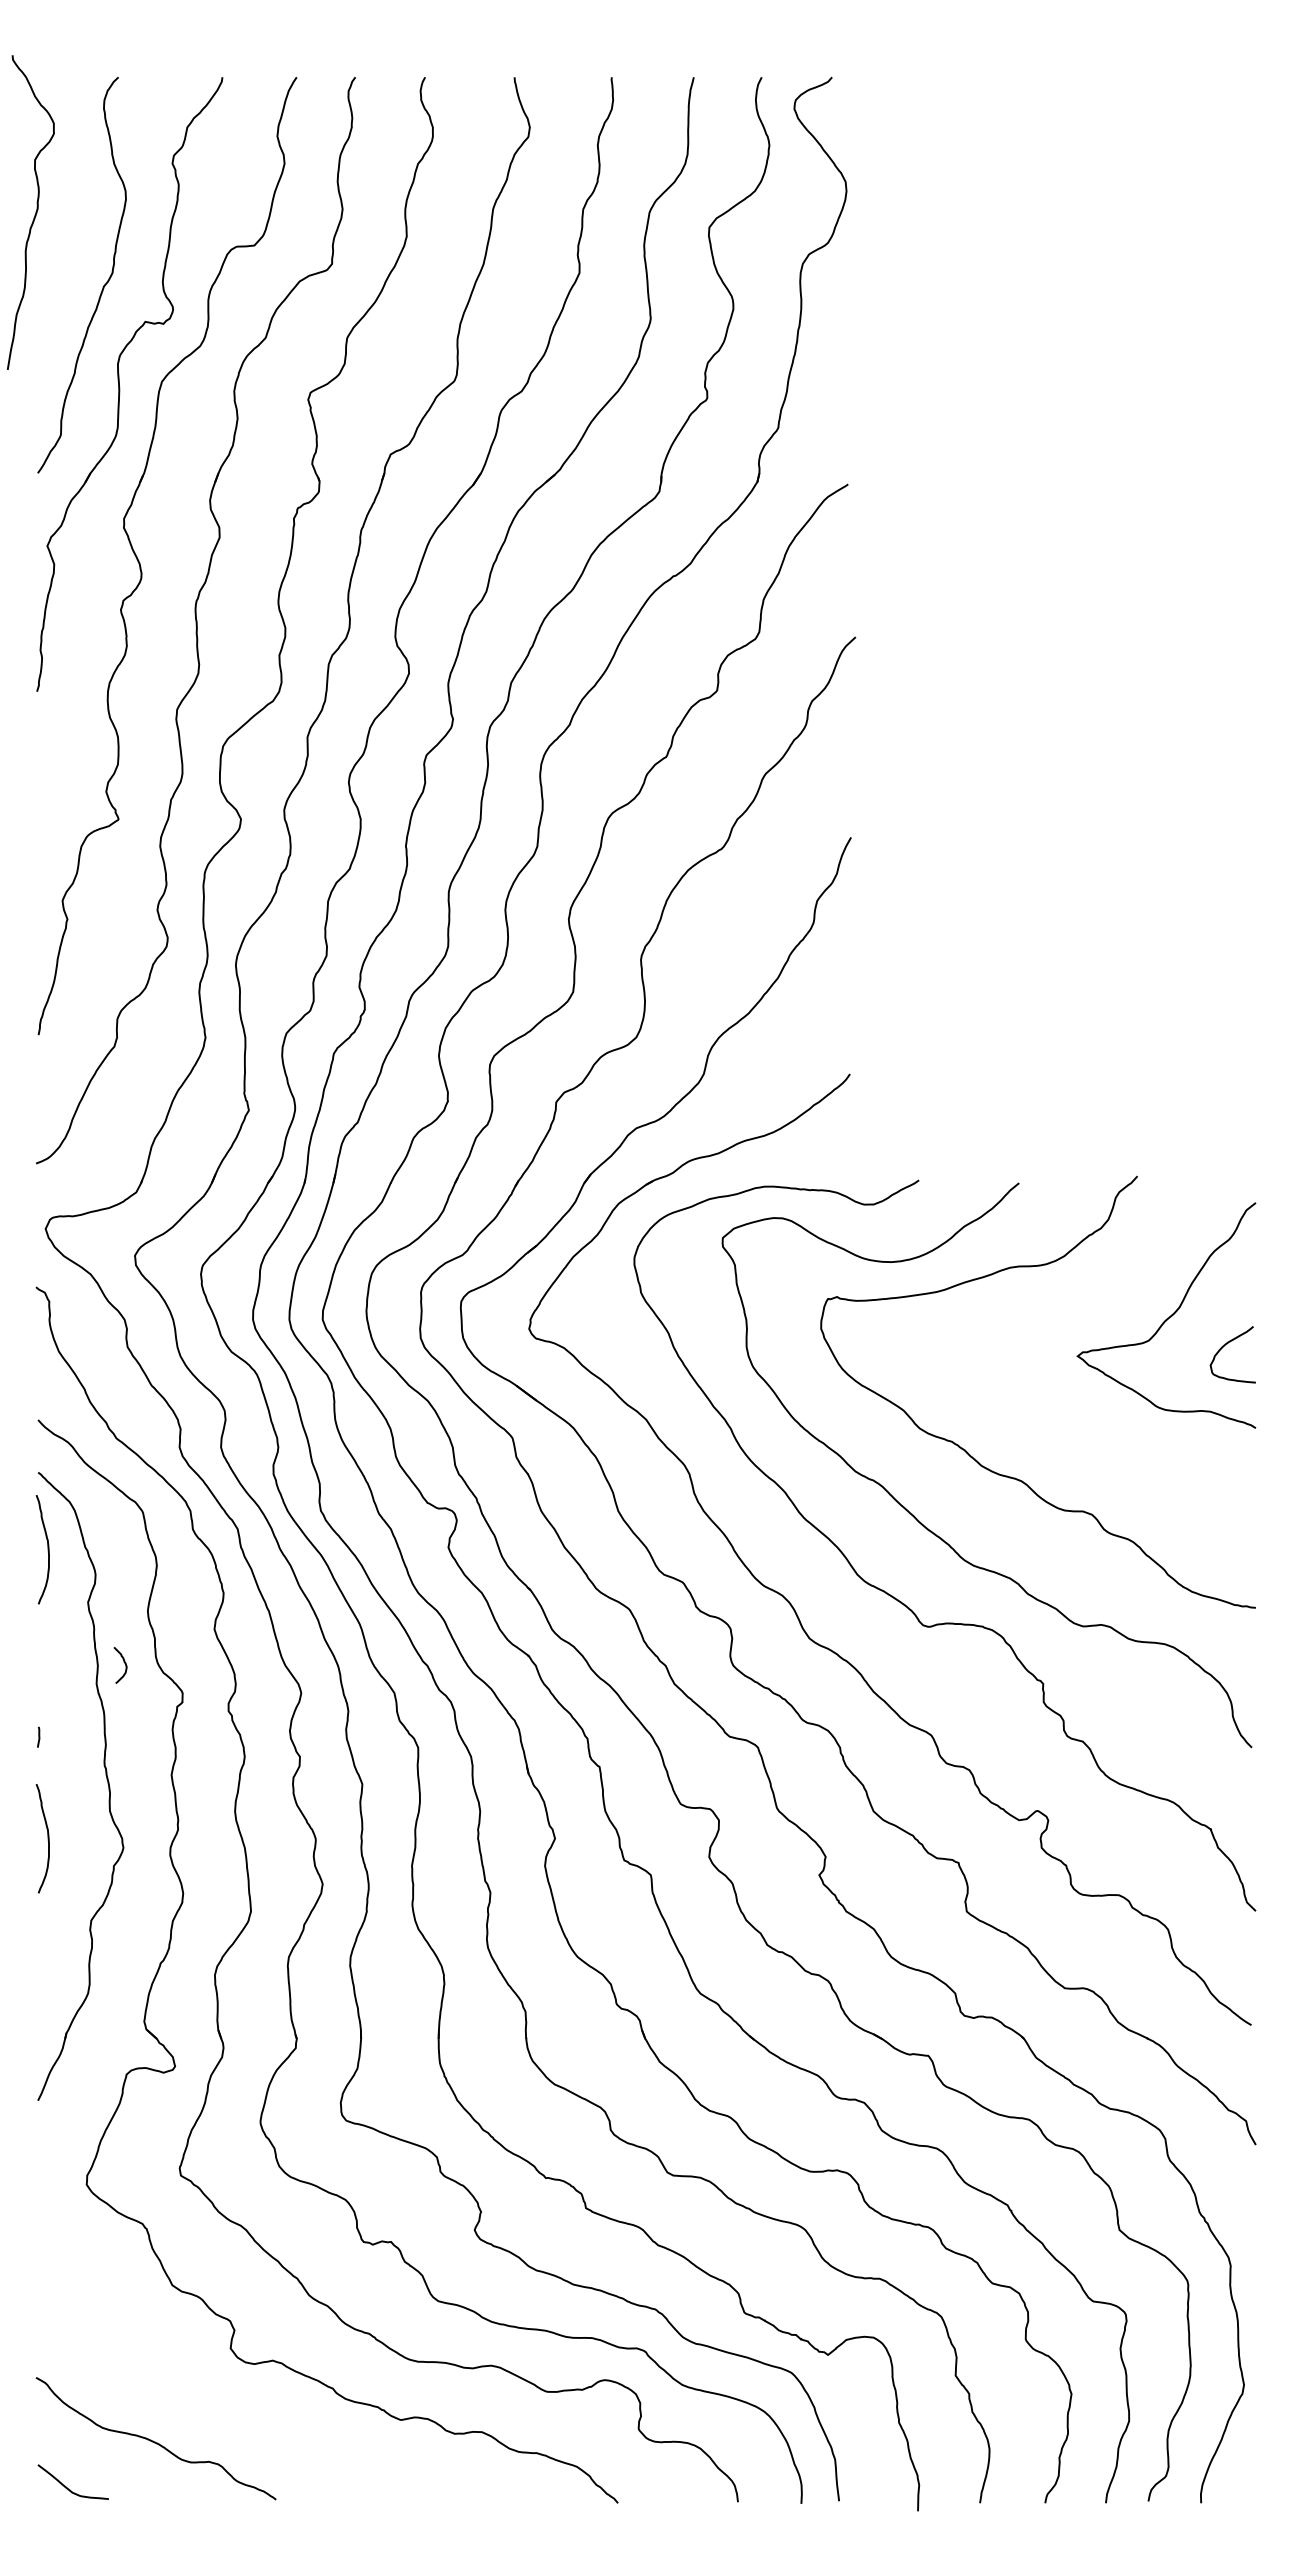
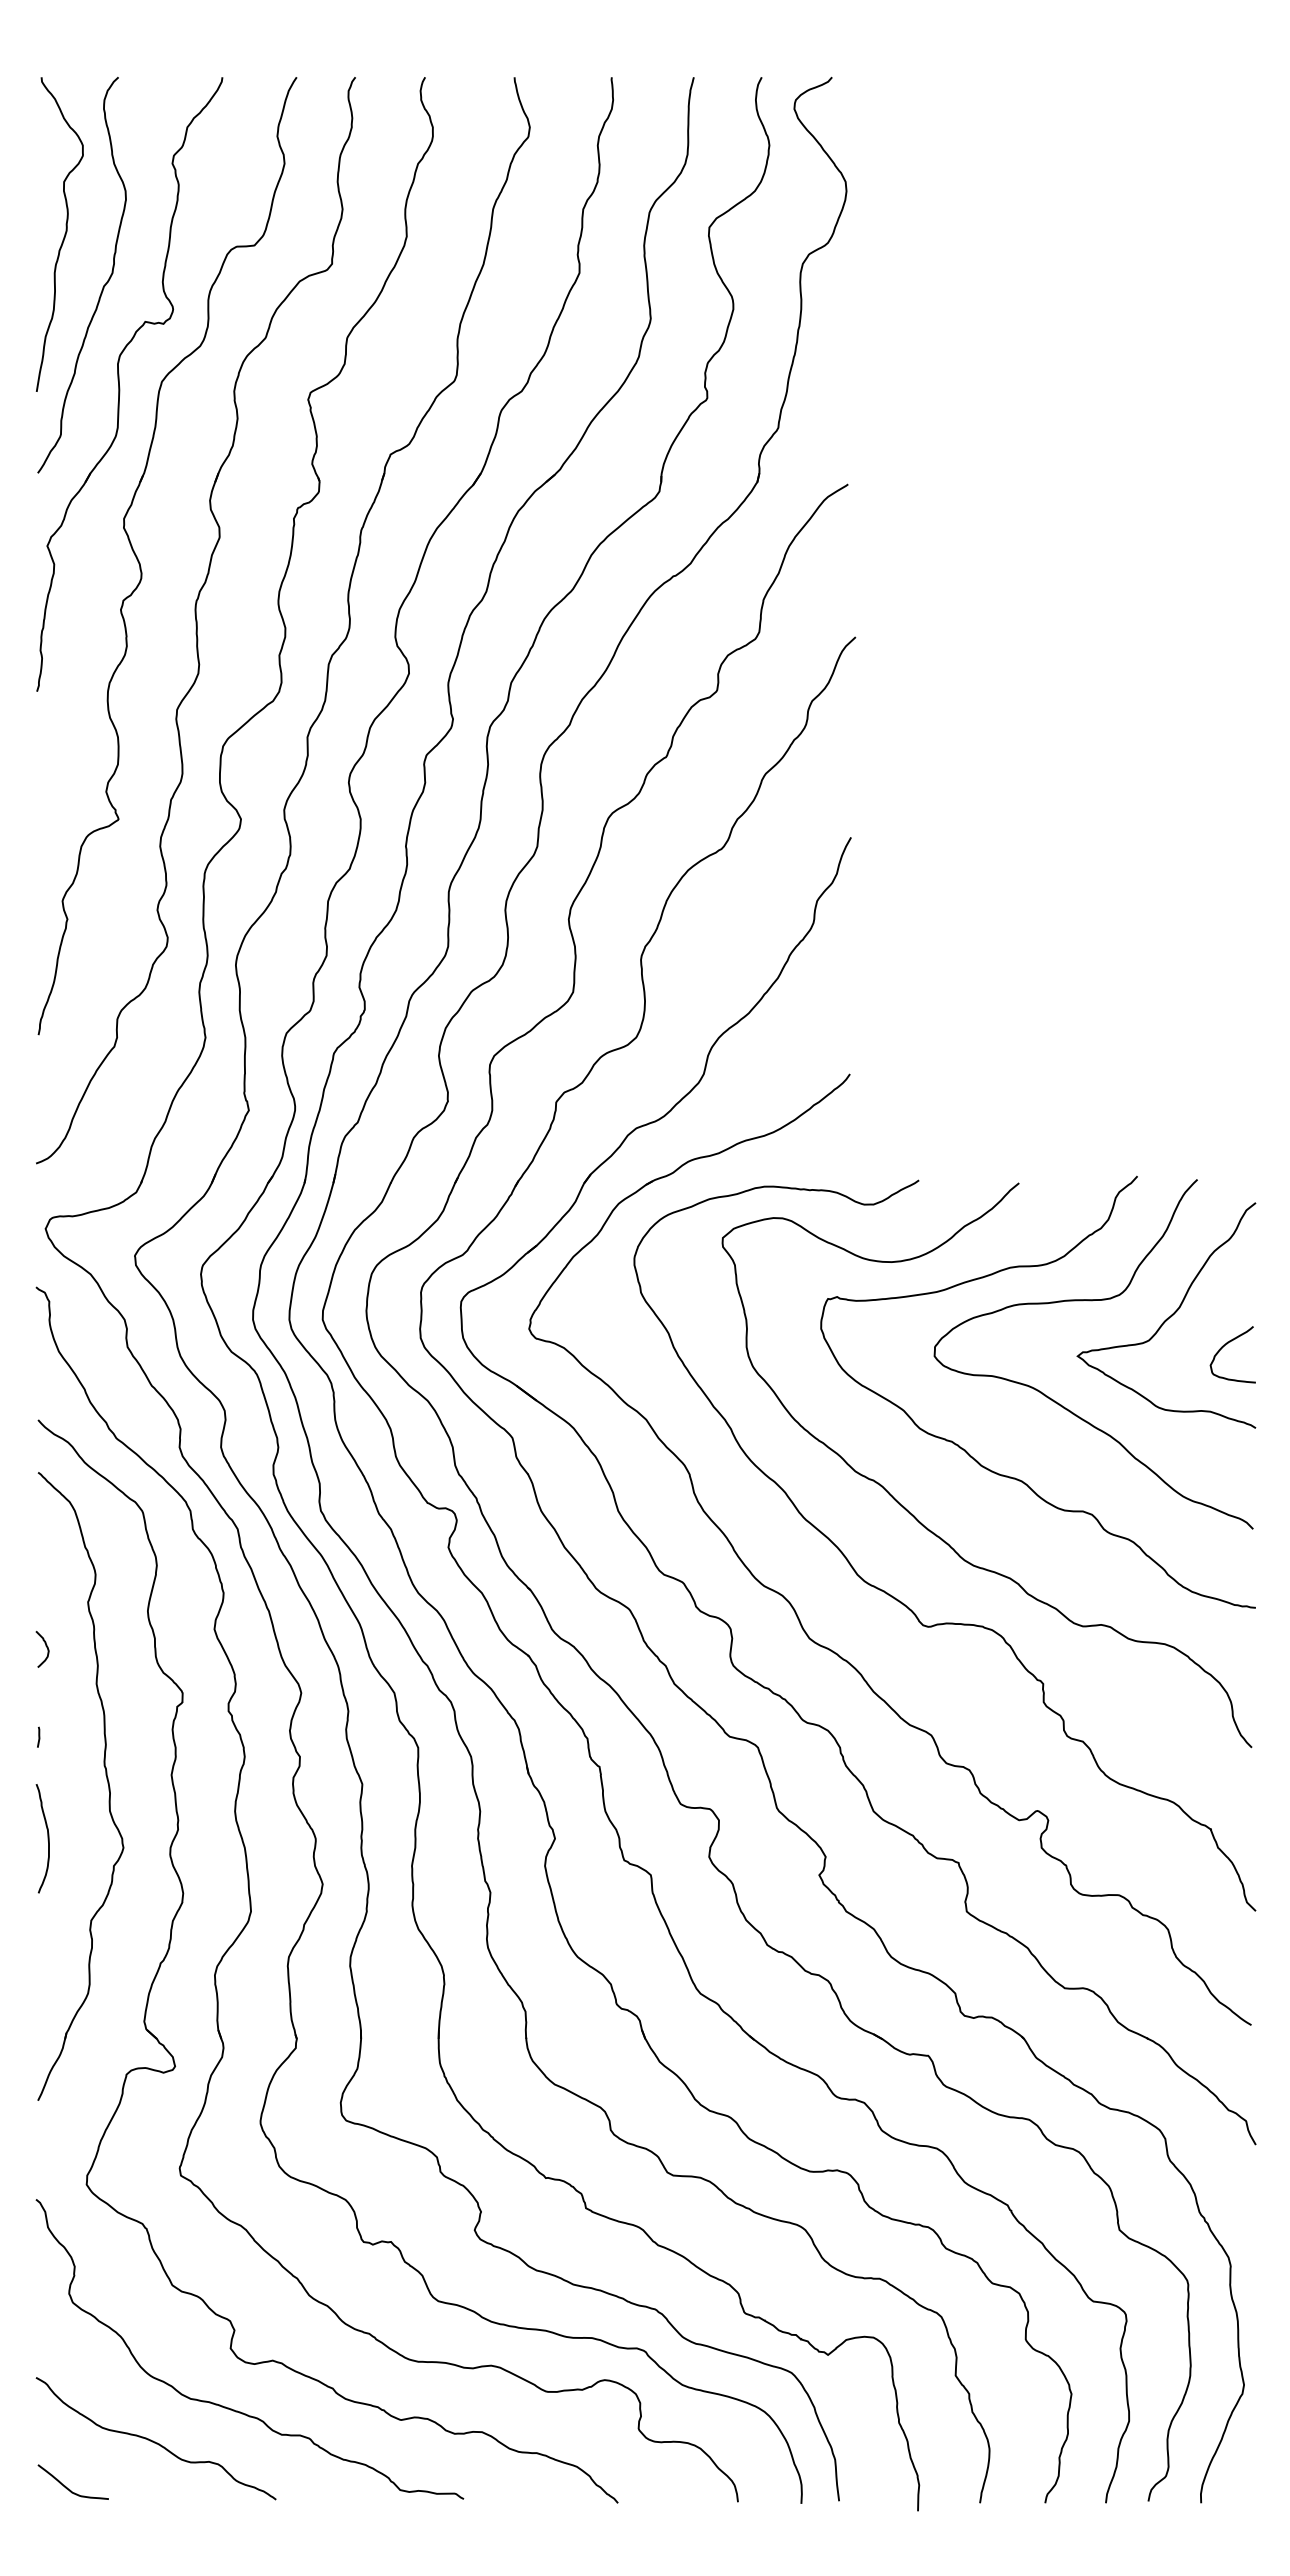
curve at (35, 212) position: (35, 212) -> (64, 234)
curve at (1092, 1301): none -> present
curve at (47, 1549): present -> none
curve at (123, 1662) position: (123, 1662) -> (45, 1646)
curve at (228, 2407): none -> present
